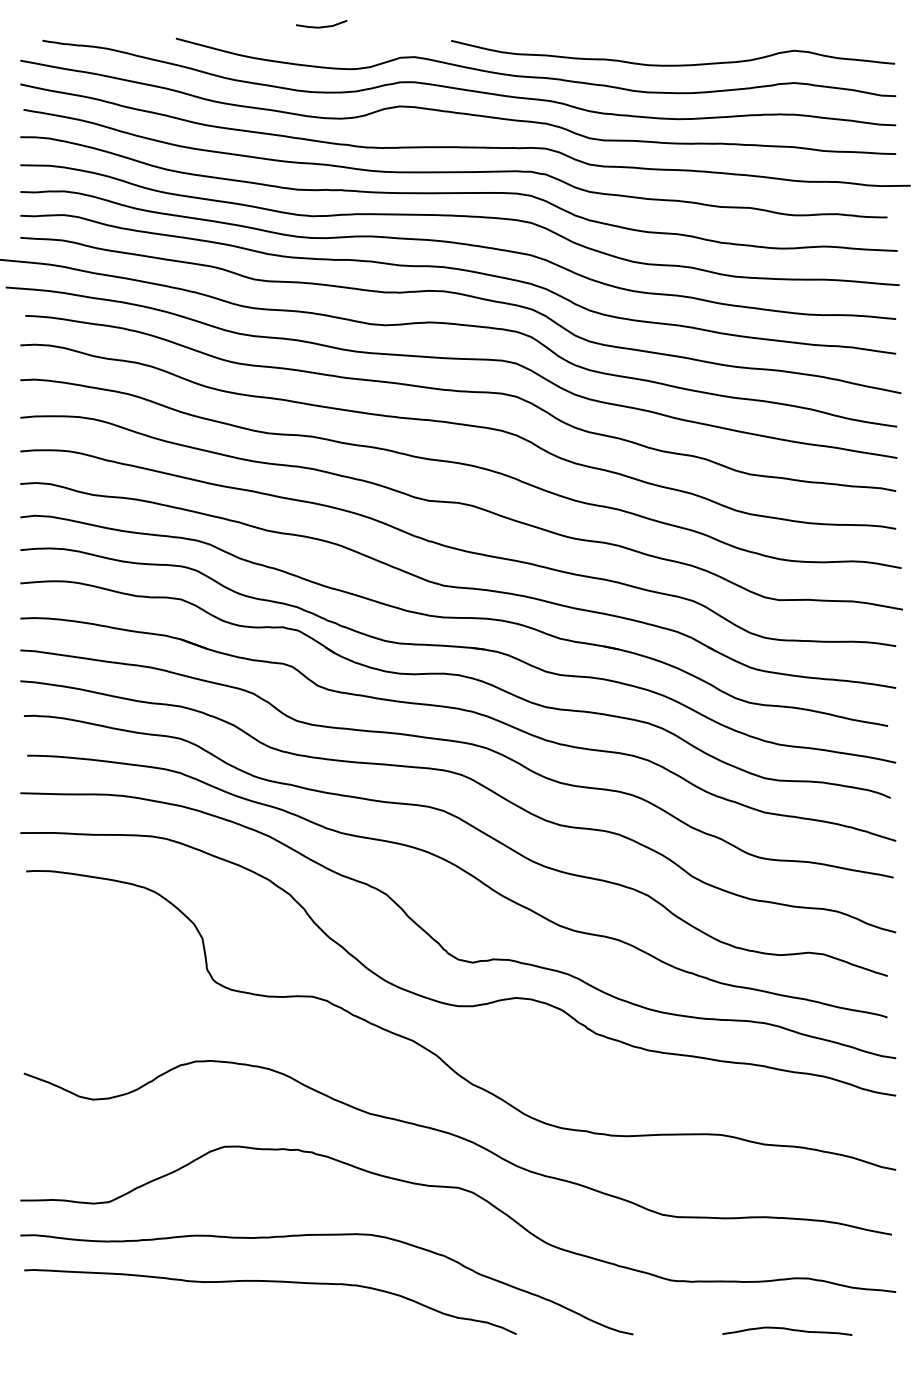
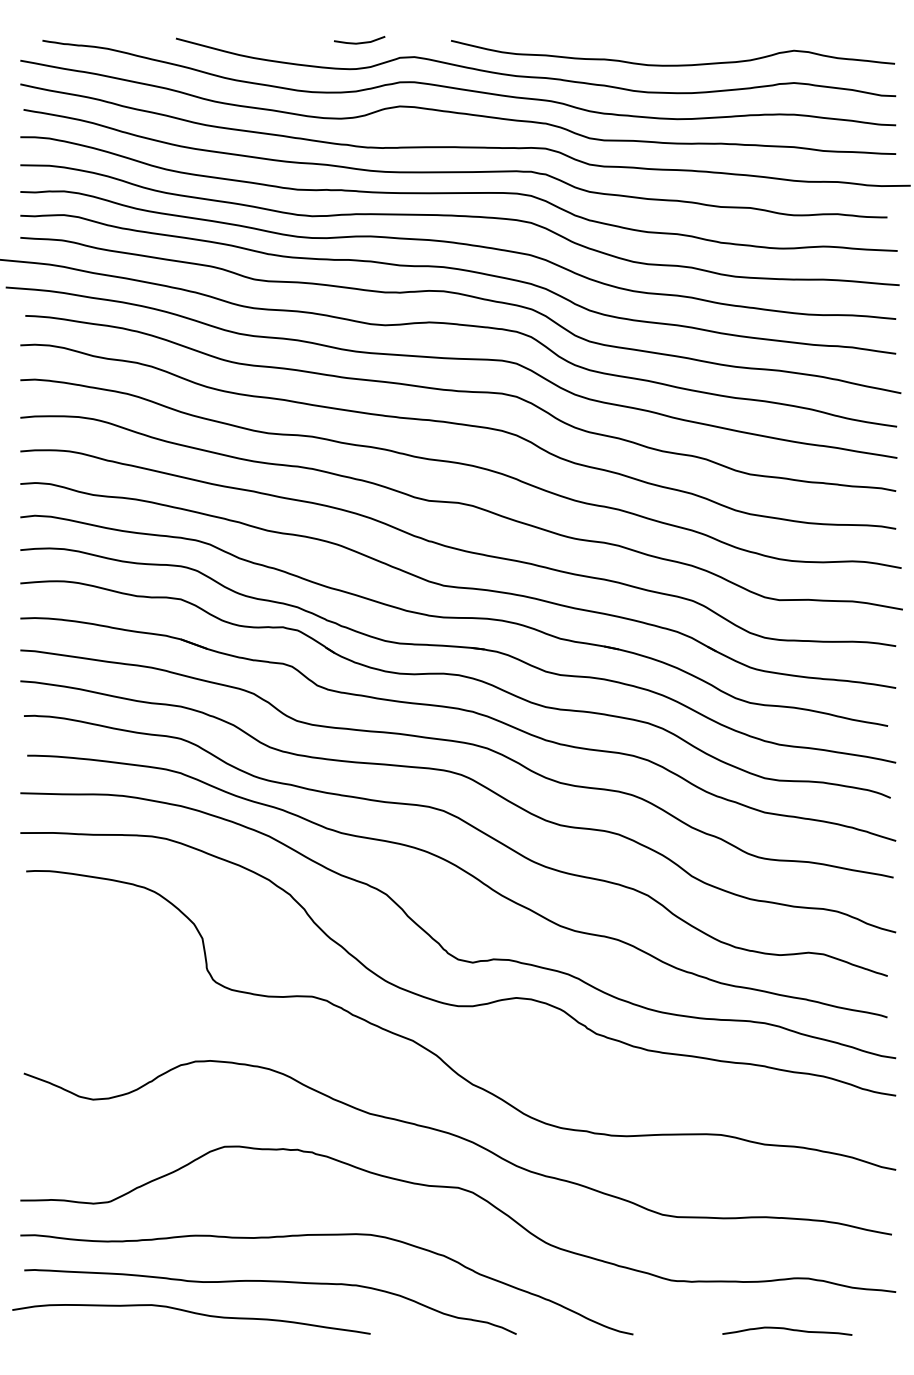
line at (321, 26) position: (321, 26) -> (359, 42)
curve at (191, 1313): none -> present
